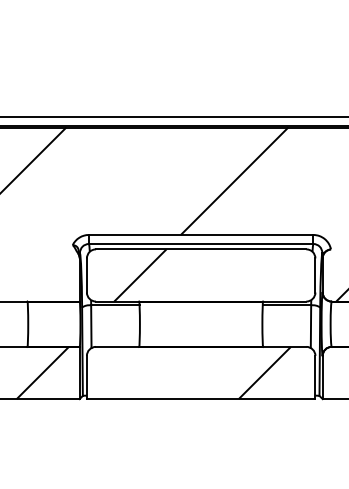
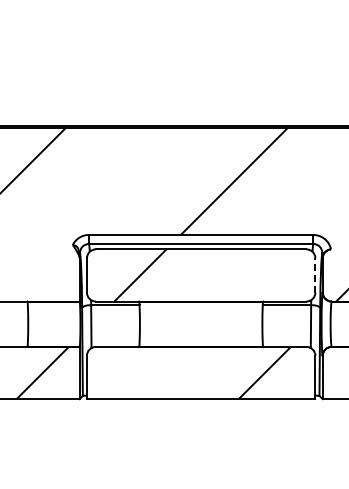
line at (173, 116): present -> none
line at (315, 274): solid -> dashed
